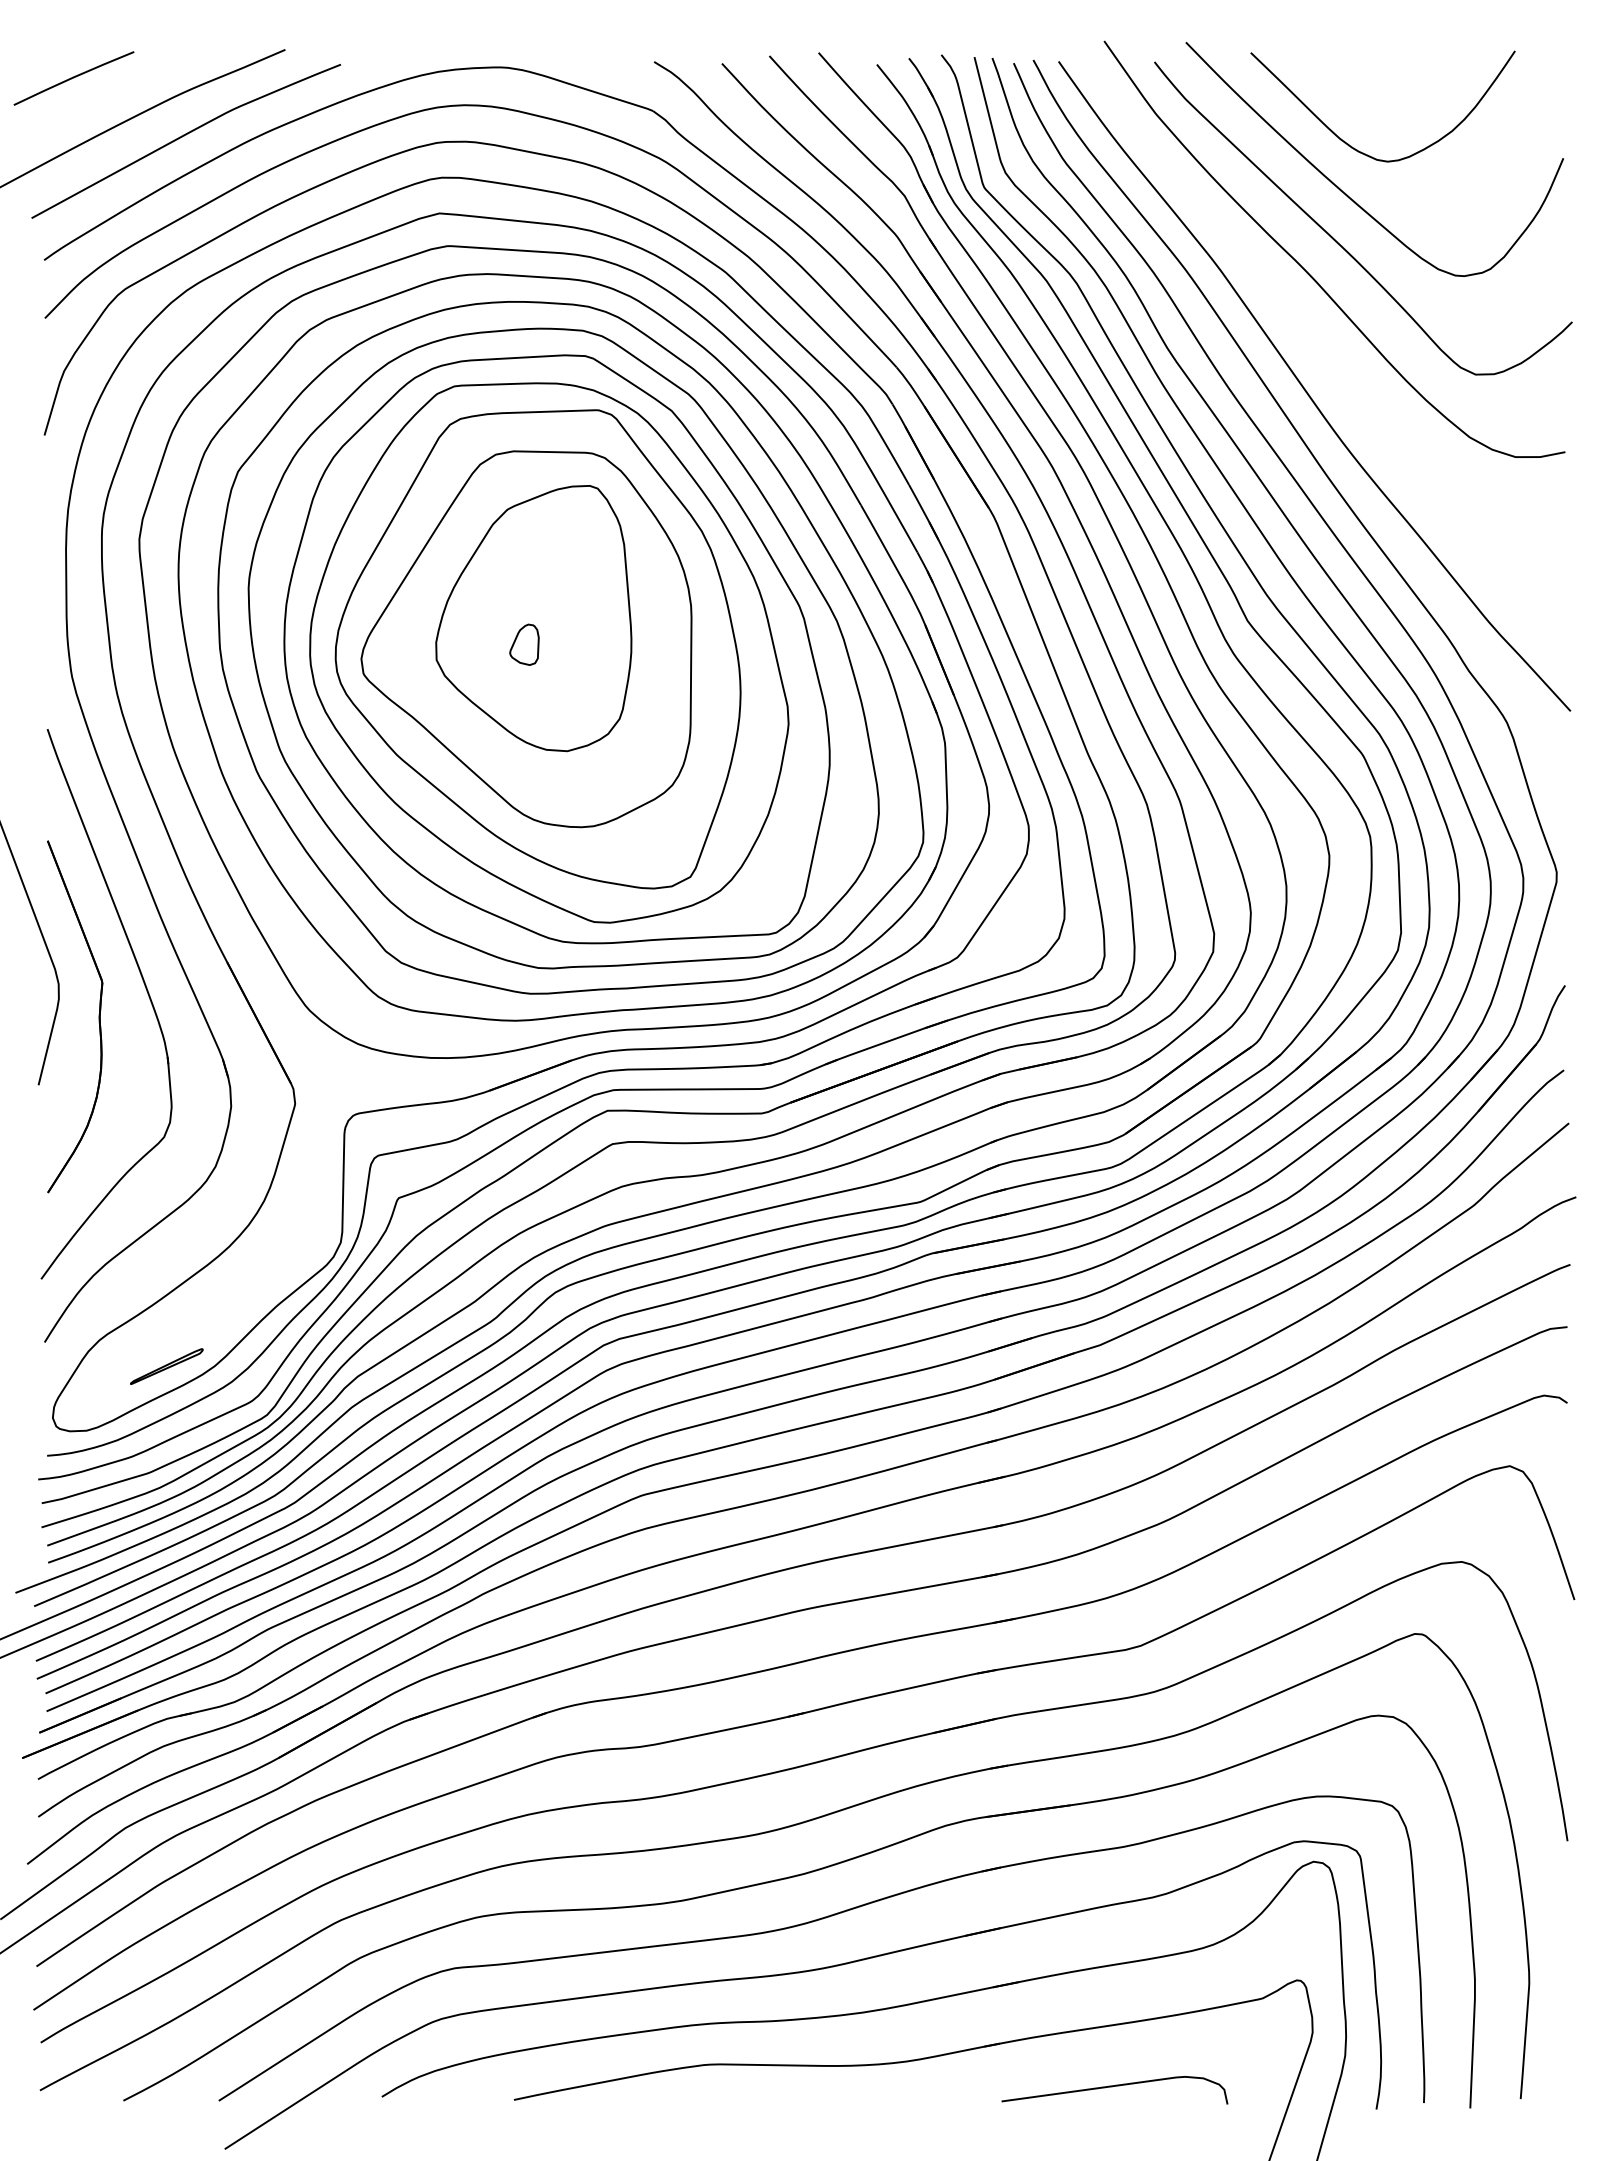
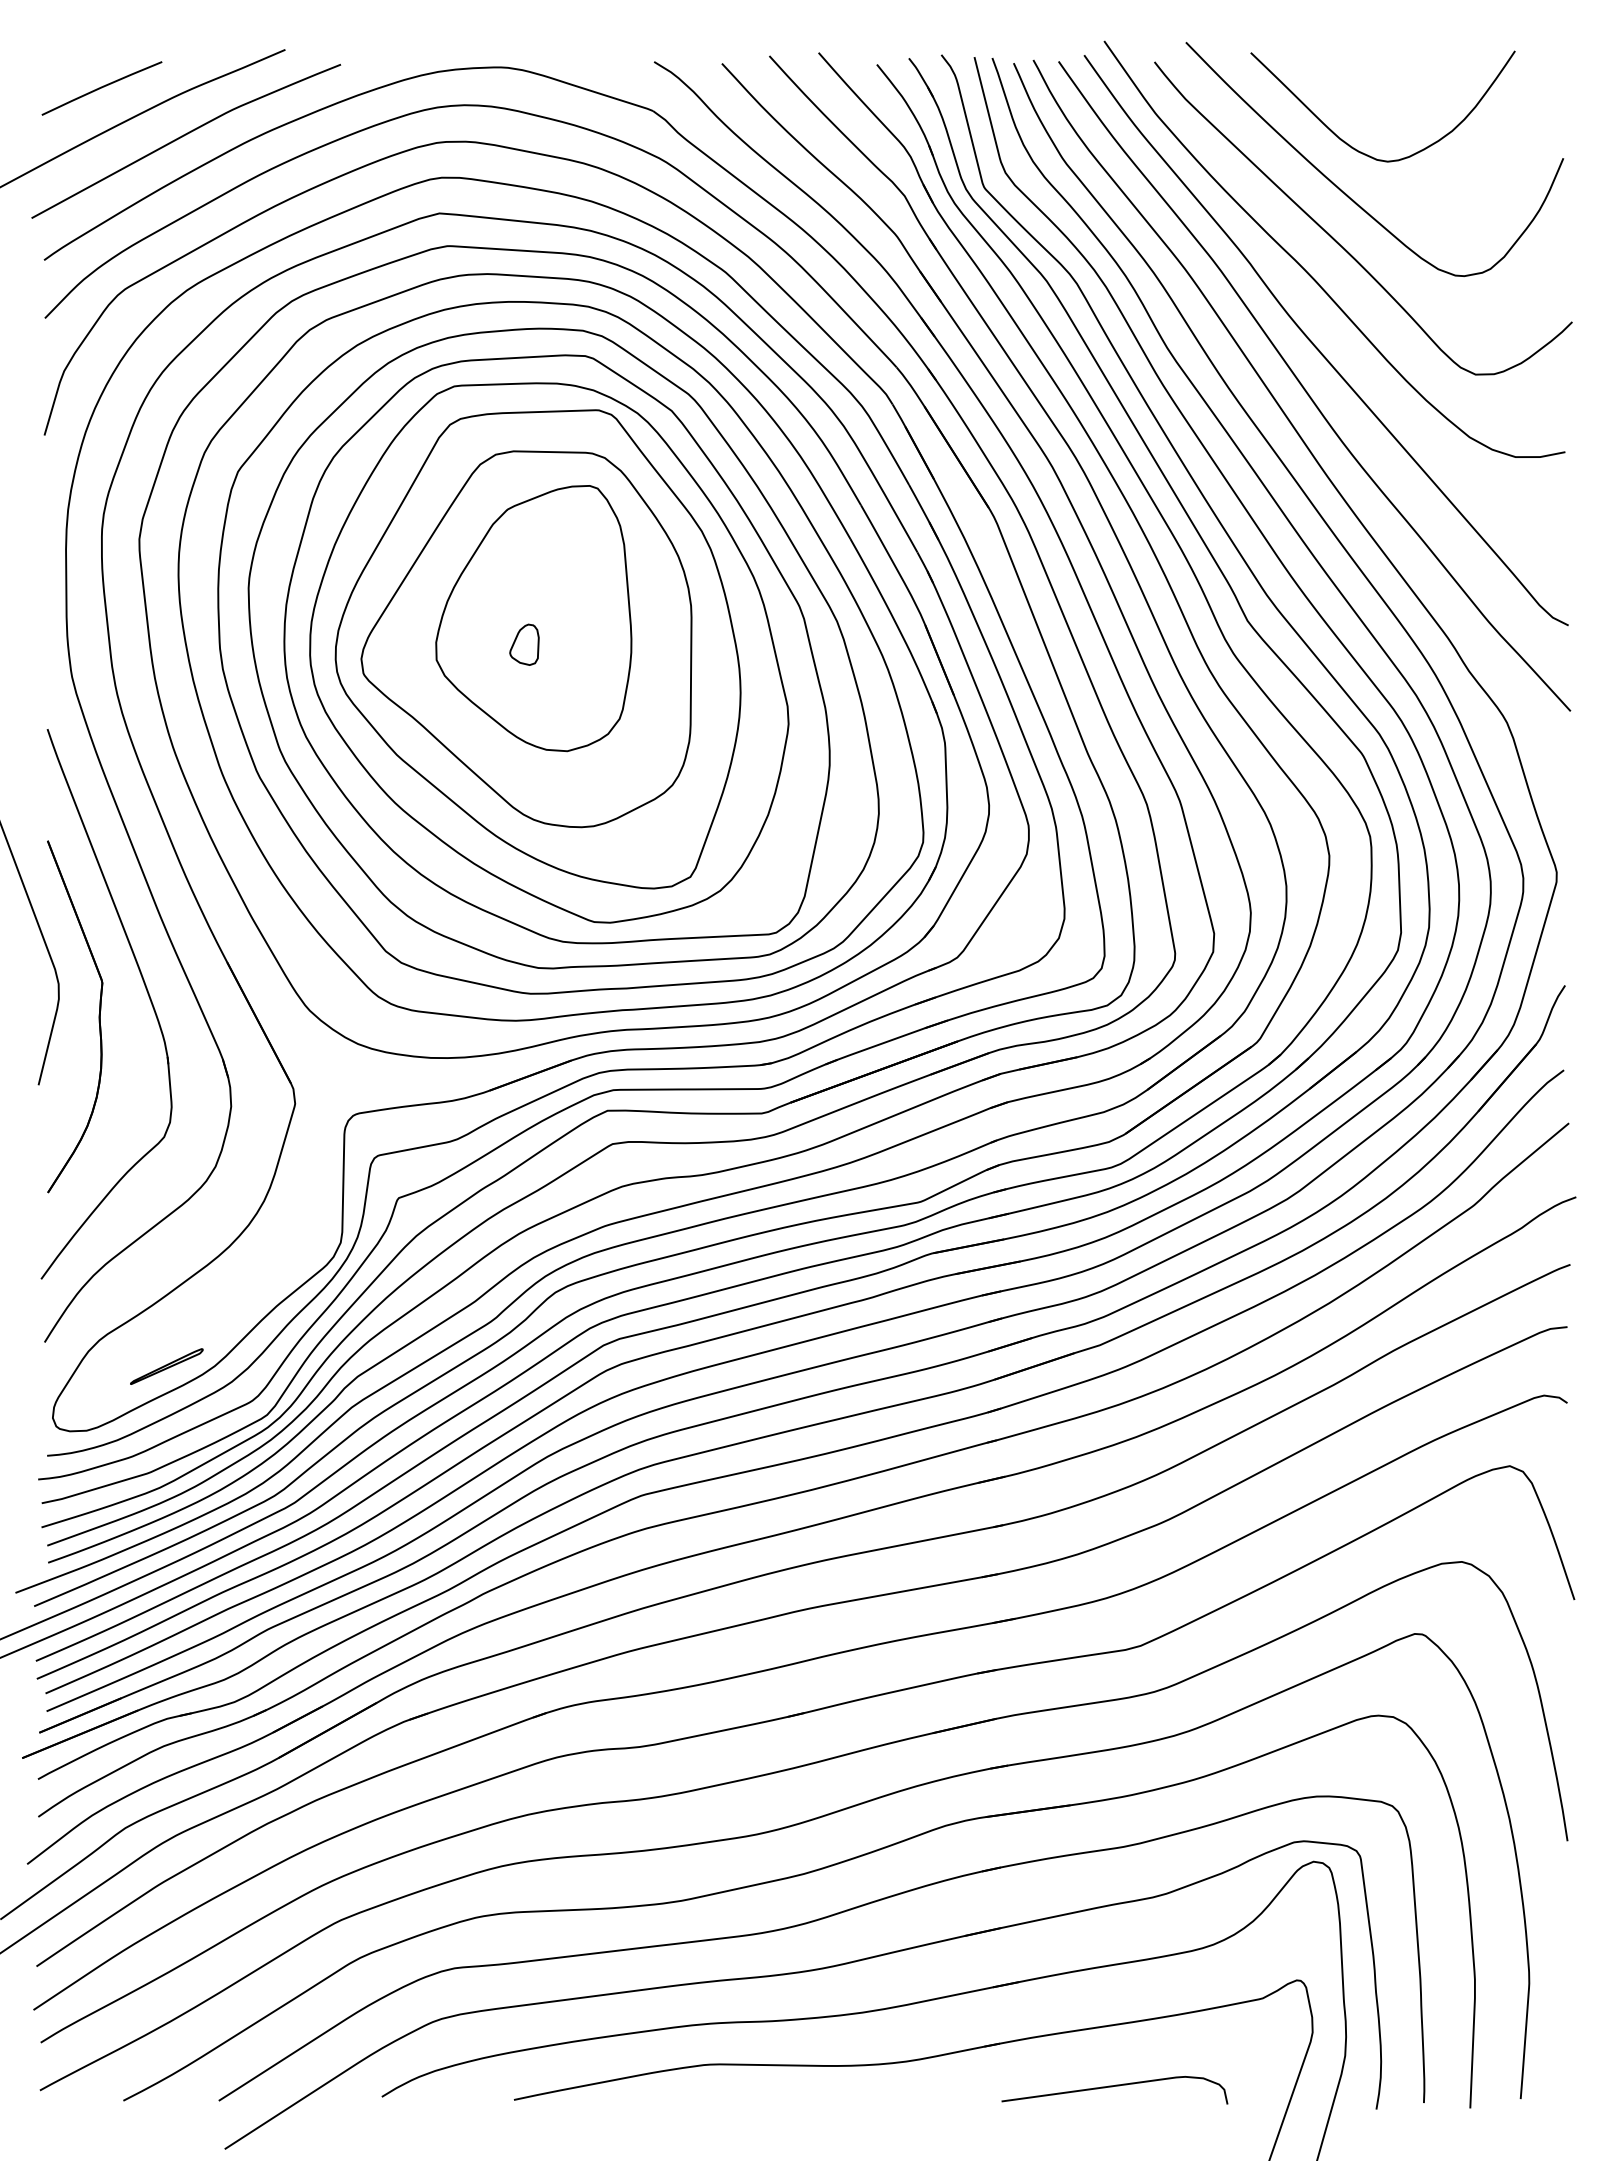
line at (73, 78) position: (73, 78) -> (101, 88)
curve at (1317, 347): none -> present
